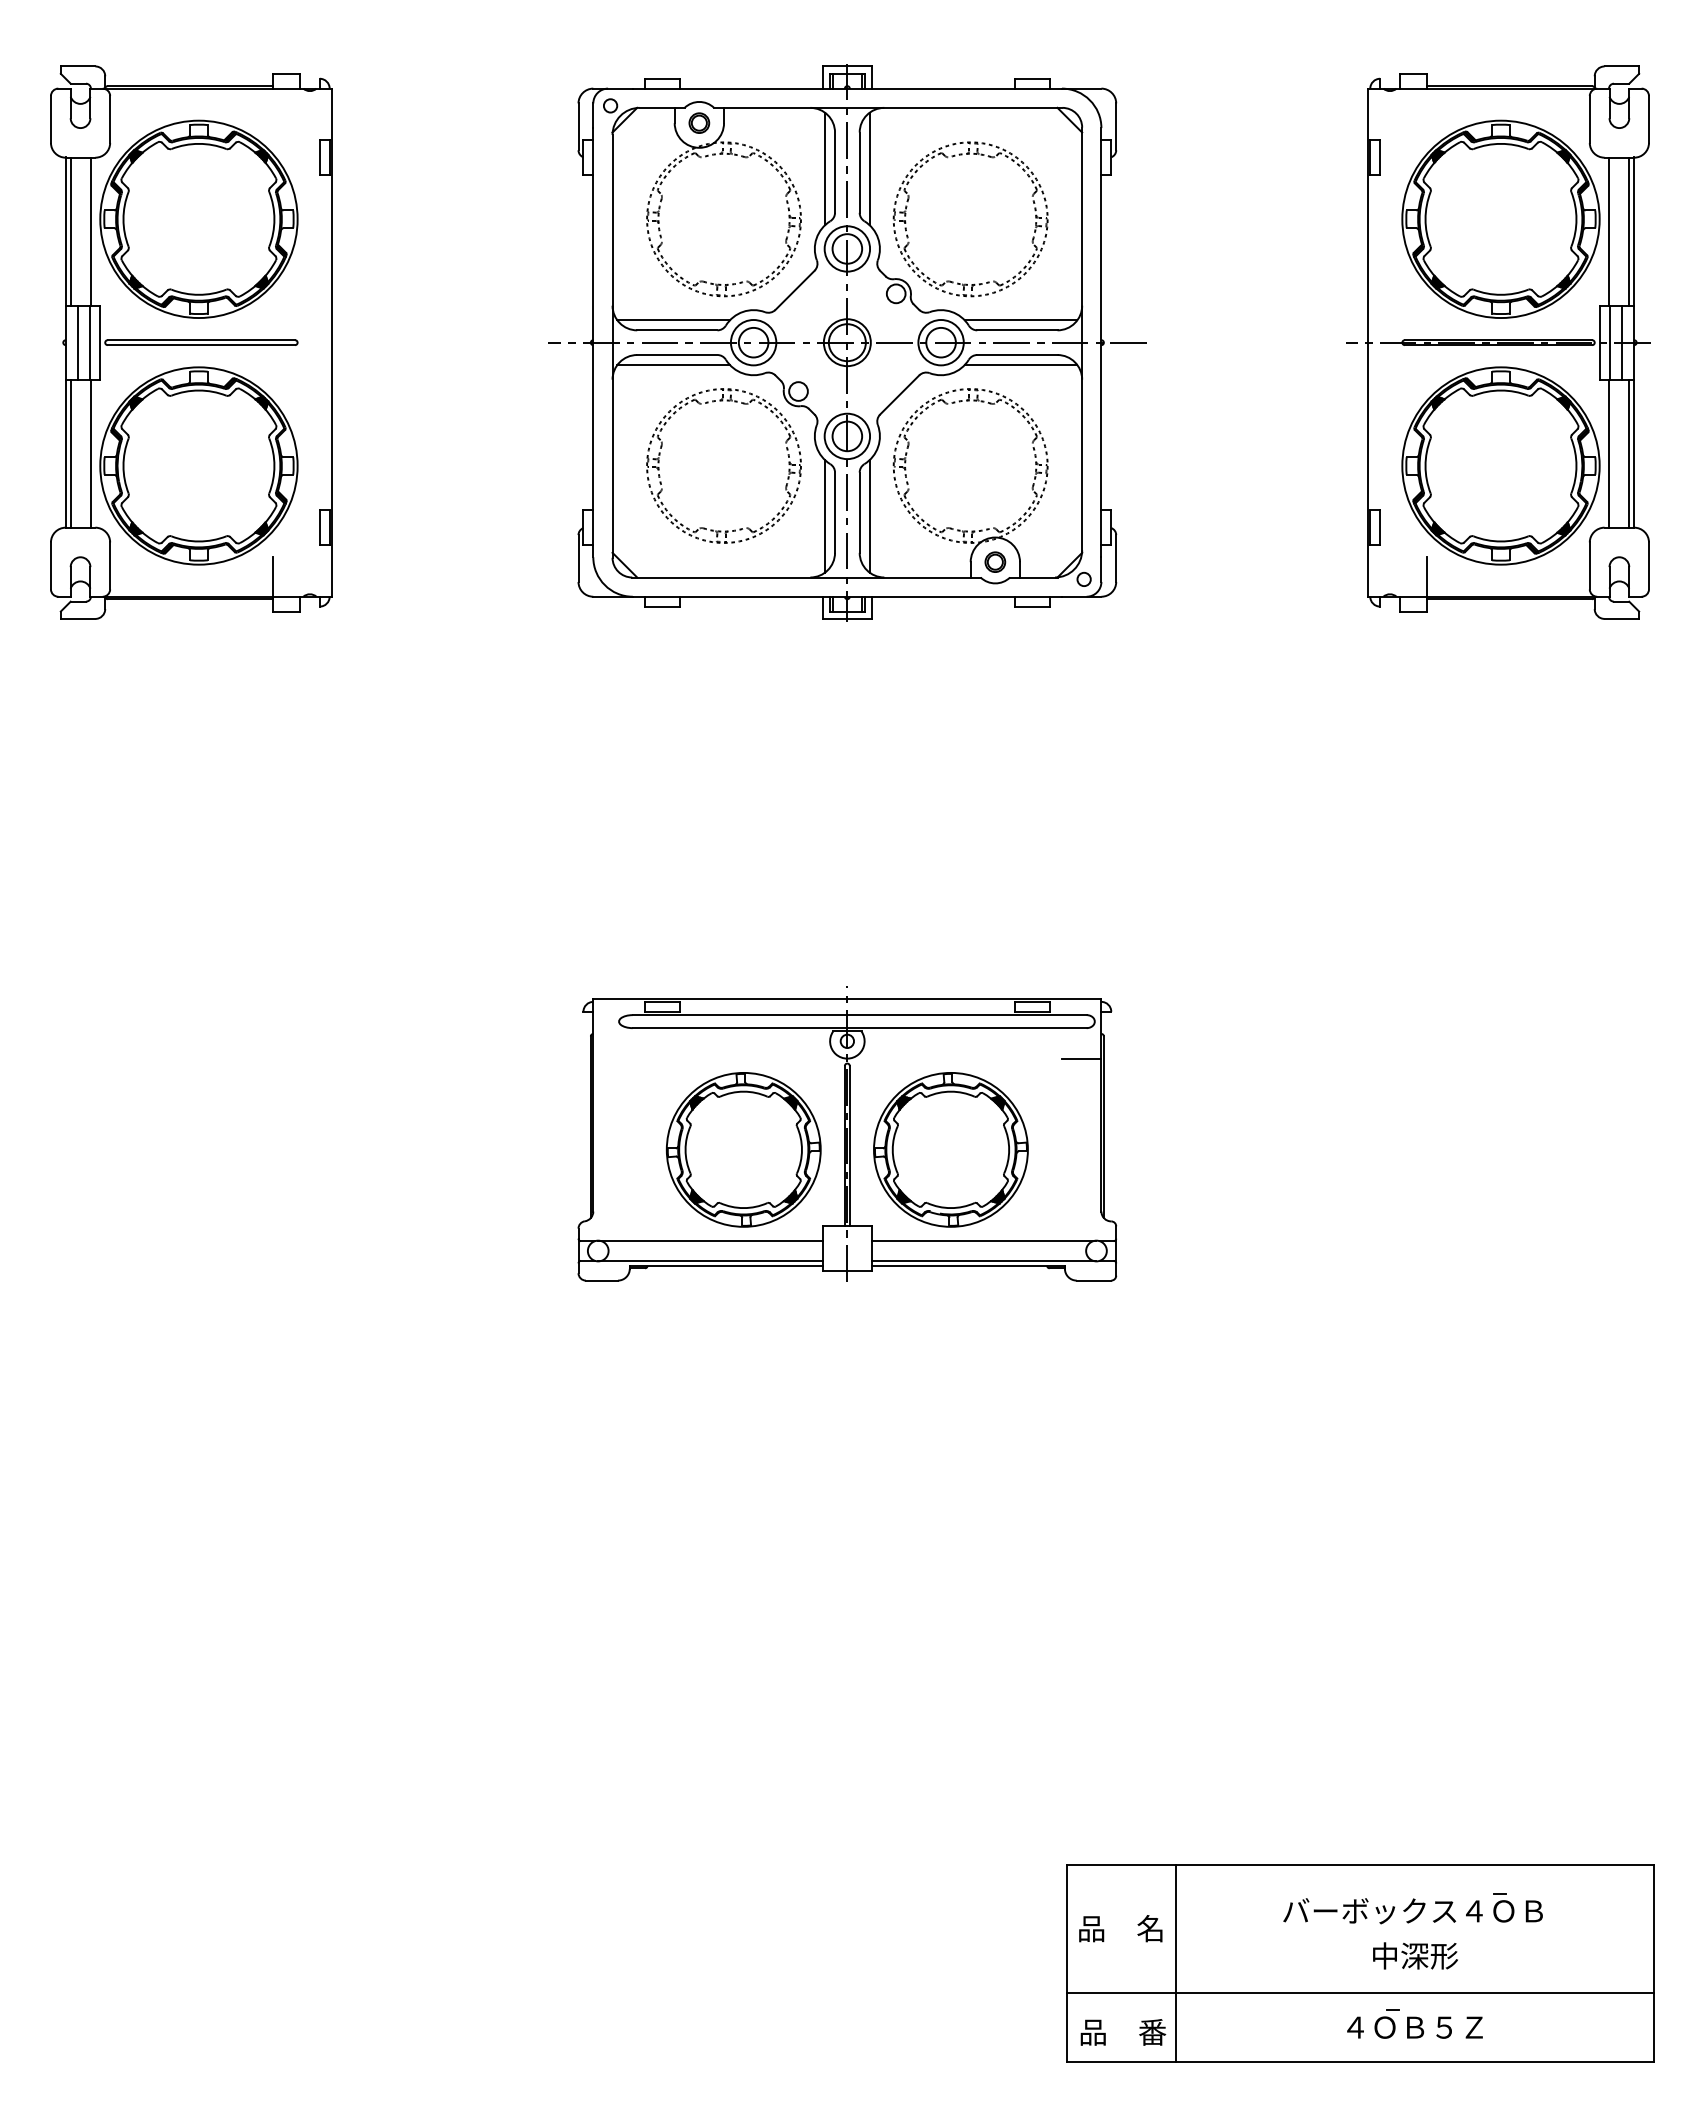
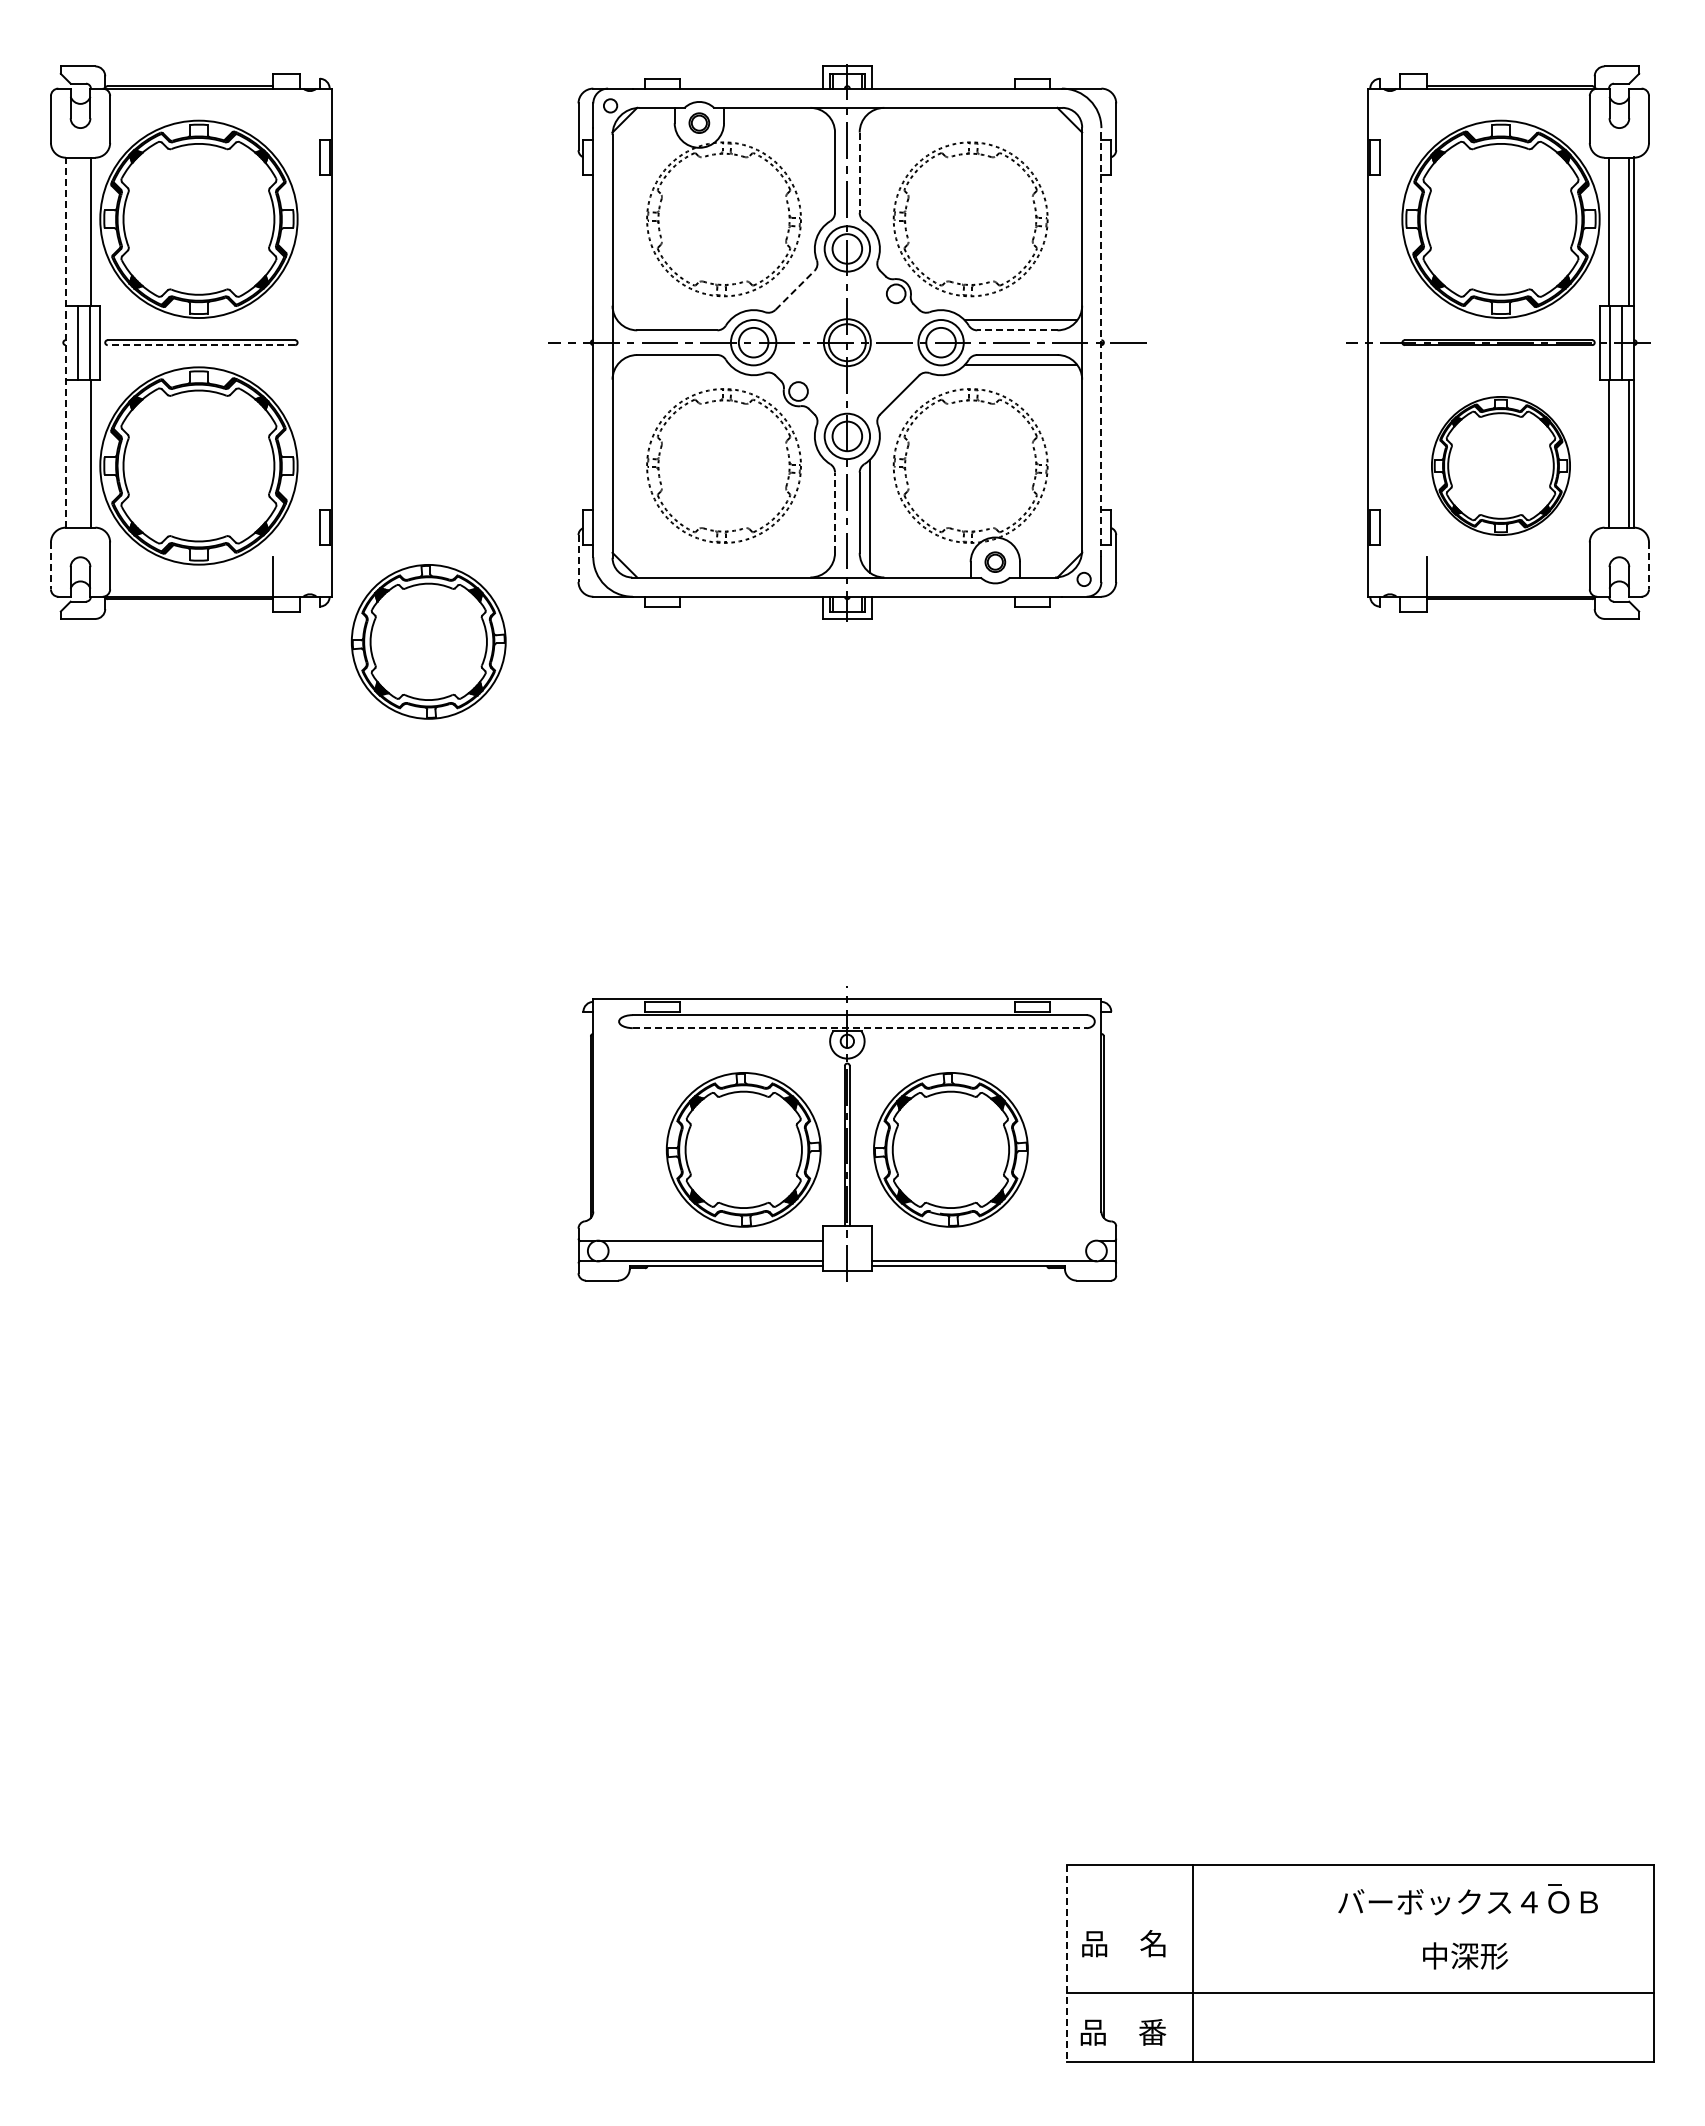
line at (825, 168): present -> none
line at (869, 168): present -> none
line at (859, 173): solid -> dashed
line at (70, 231): present -> none
line at (795, 290): solid -> dashed
line at (673, 320): present -> none
line at (1016, 330): solid -> dashed
line at (1101, 342): solid -> dashed
line at (65, 343): solid -> dashed
line at (201, 345): solid -> dashed
line at (673, 364): present -> none
line at (70, 453): present -> none
part at (1500, 465) size: 200x200 px -> 140x140 px
line at (835, 512): solid -> dashed
line at (825, 516): present -> none
line at (578, 559): solid -> dashed
line at (50, 566): solid -> dashed
line at (1648, 566): solid -> dashed
part at (428, 641): none -> present
line at (859, 1028): solid -> dashed
line at (1081, 1058): present -> none
line at (984, 1240): present -> none
part at (1412, 1908) position: (1412, 1908) -> (1467, 1899)
text at (1120, 1928) position: (1120, 1928) -> (1123, 1943)
text at (1415, 1955) position: (1415, 1955) -> (1465, 1955)
line at (1066, 1963): solid -> dashed
line at (1175, 1963) position: (1175, 1963) -> (1192, 1963)
part at (1414, 2023): present -> none
